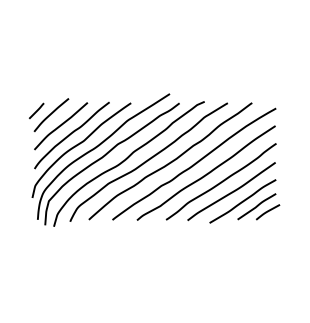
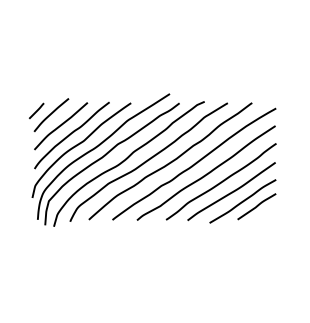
curve at (267, 212): present -> none
